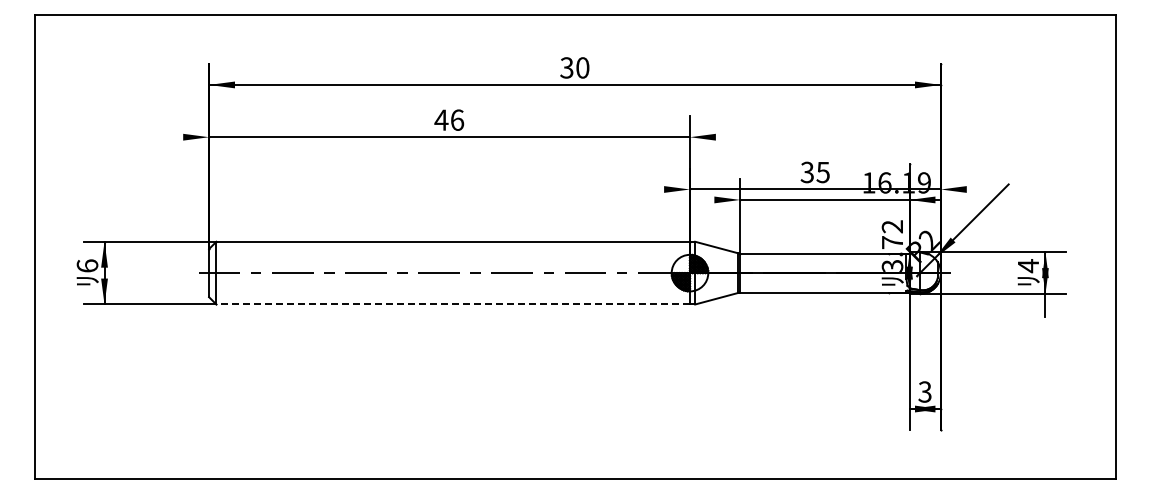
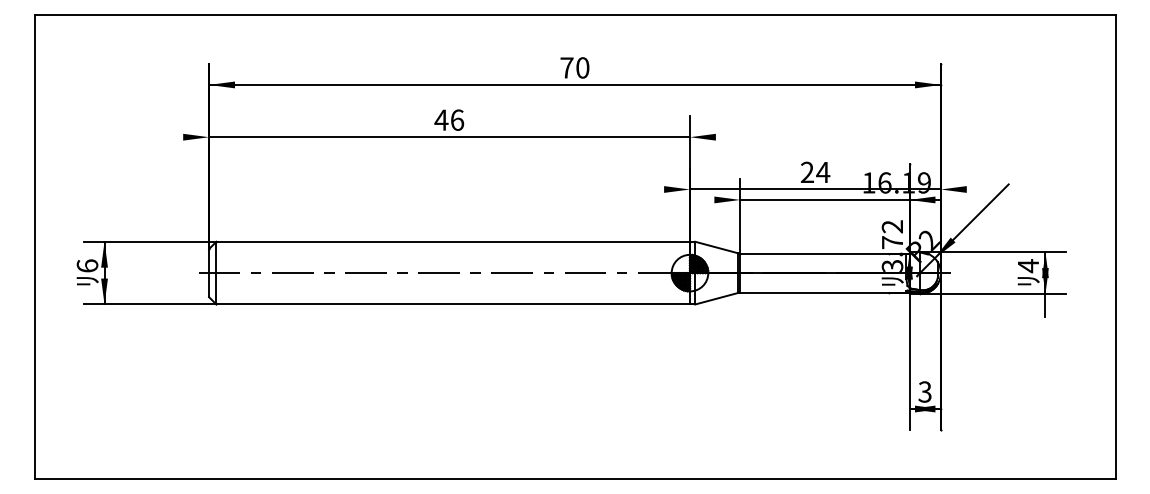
text at (566, 67): 30 -> 70
text at (815, 172): 35 -> 24
line at (453, 304): dashed -> solid
